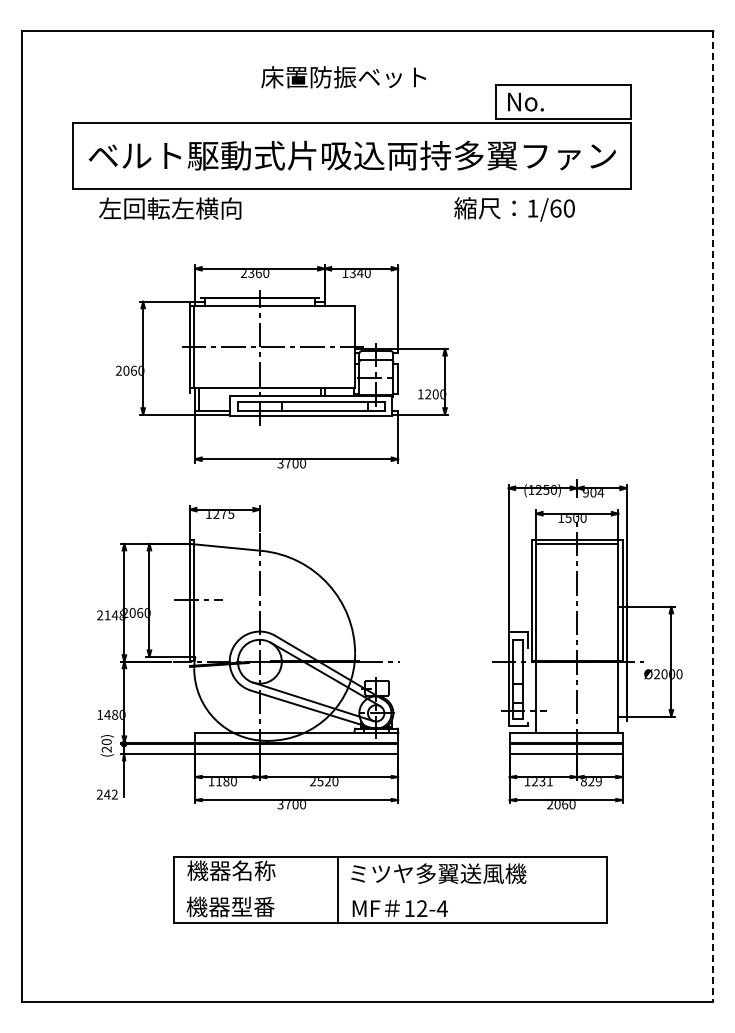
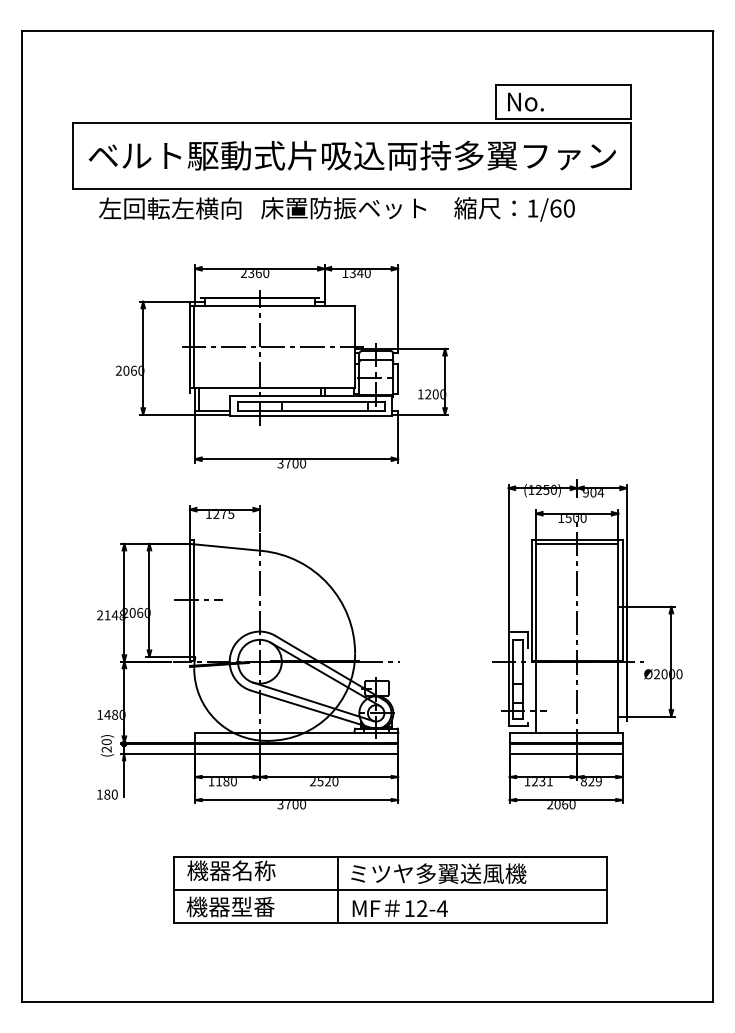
text at (343, 77) position: (343, 77) -> (343, 208)
line at (713, 516): dashed -> solid
text at (106, 794): 242 -> 180
line at (390, 889): none -> present
